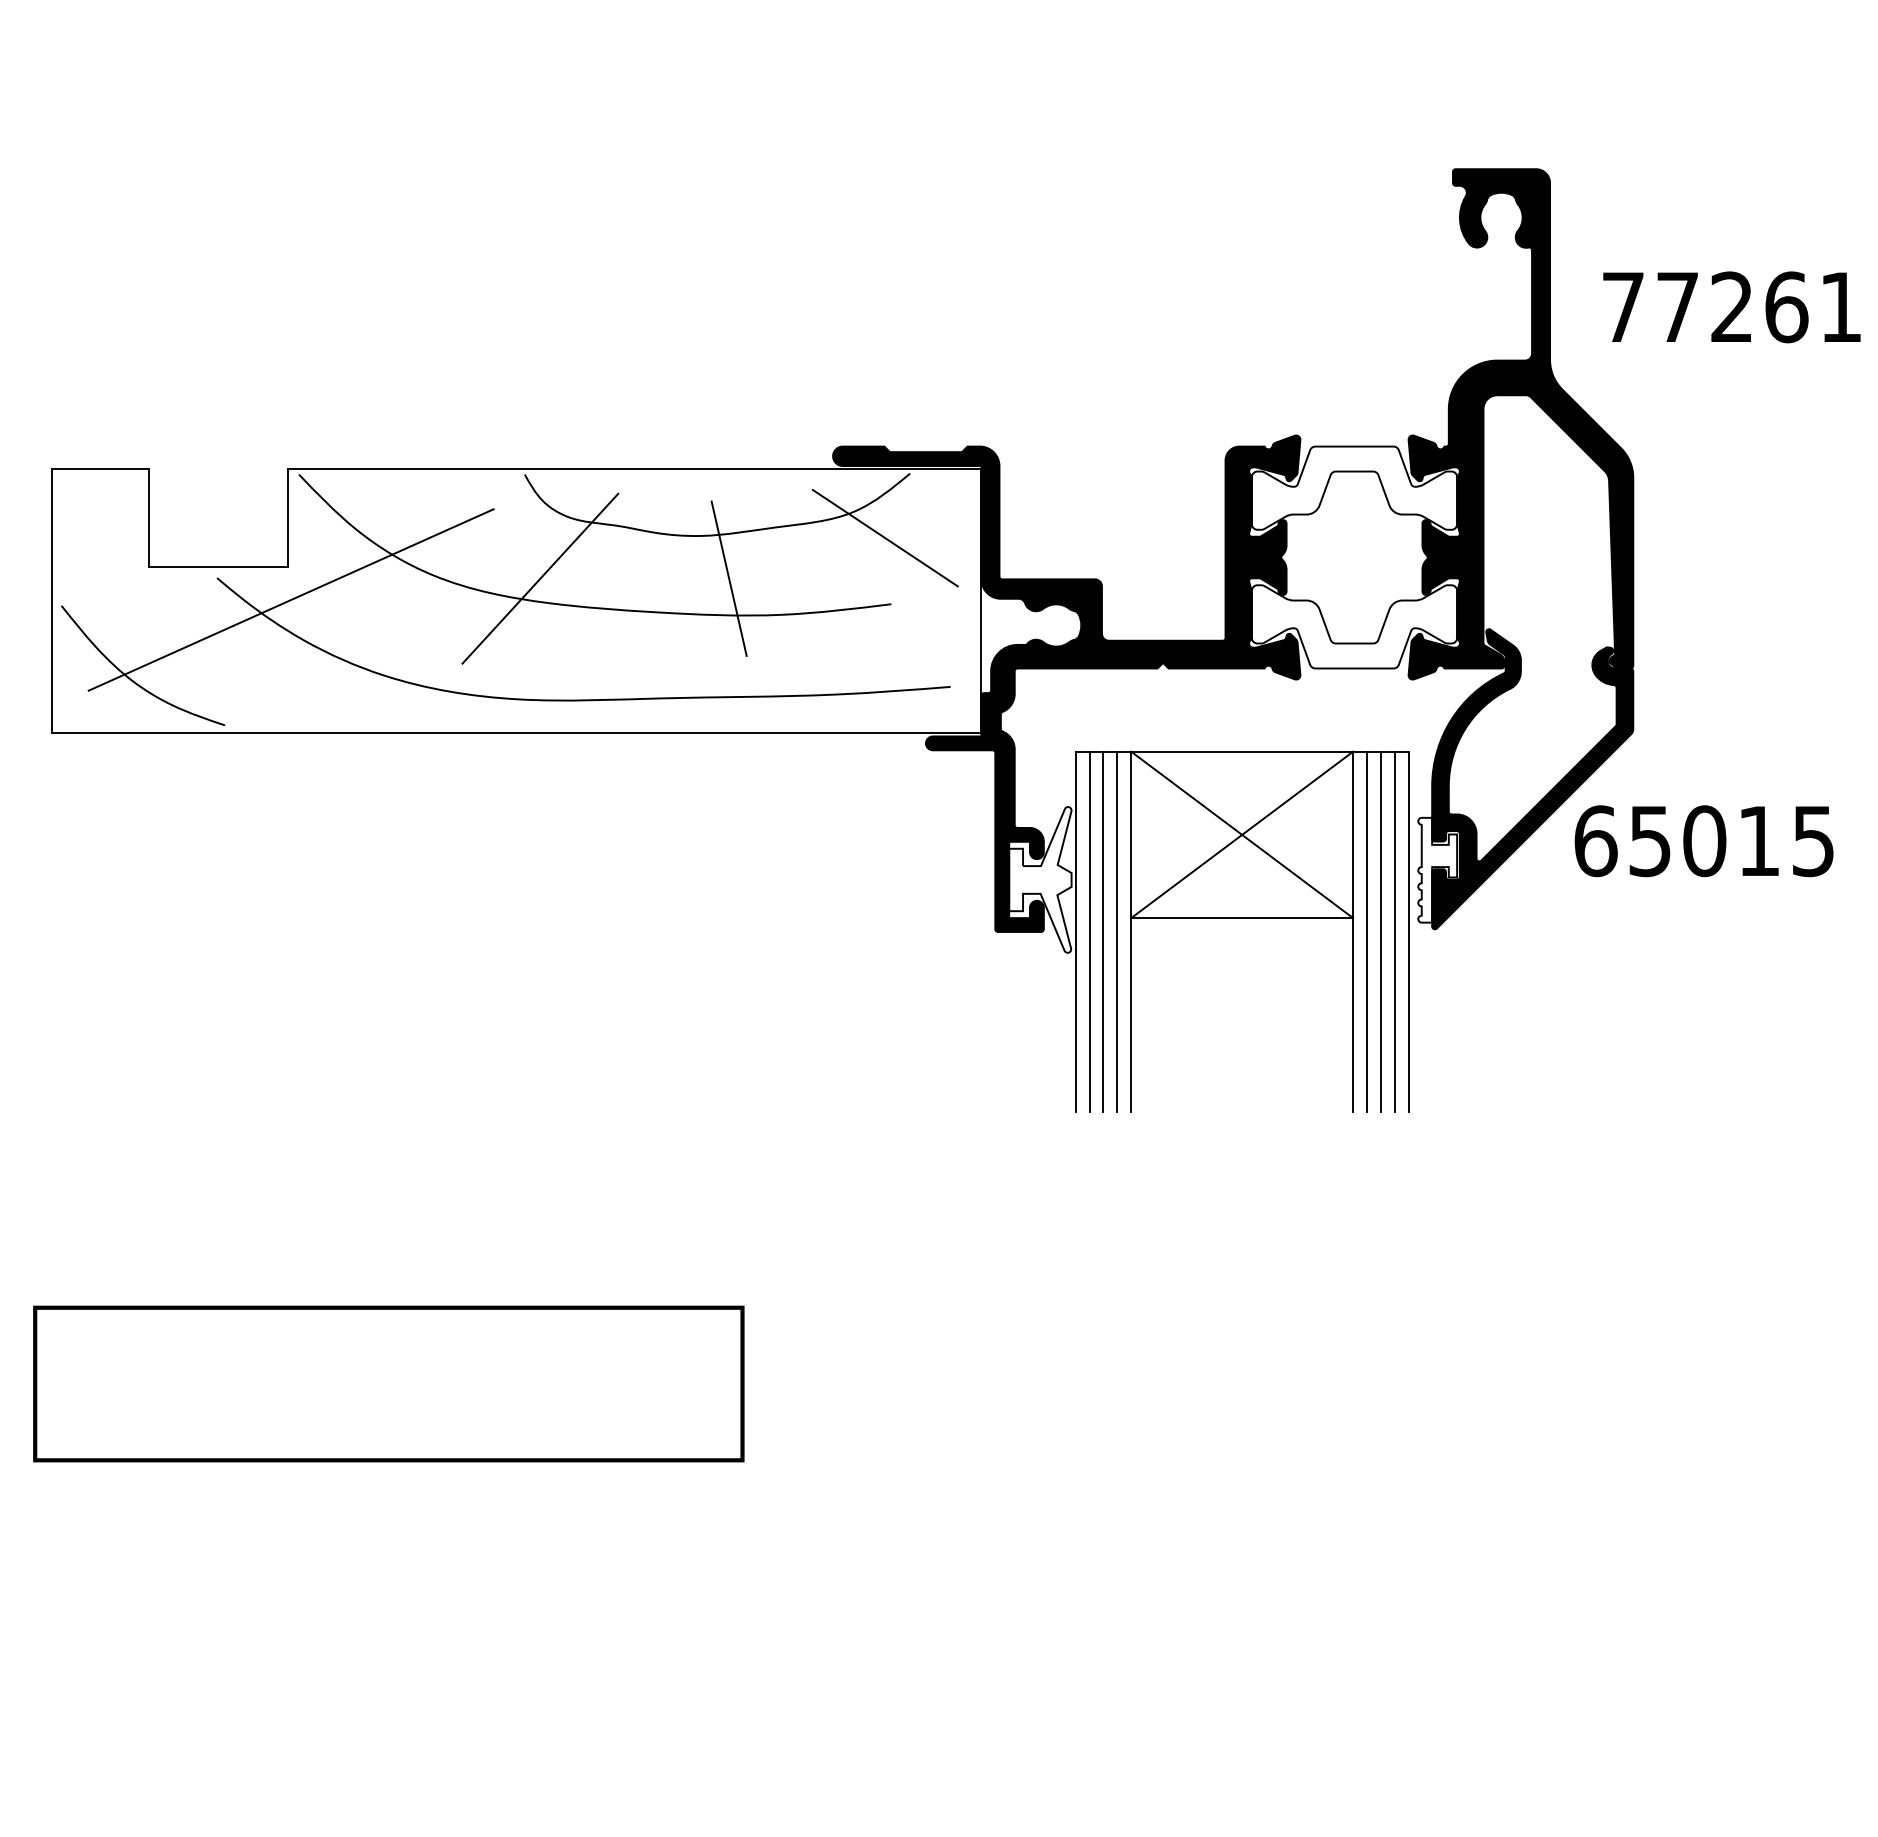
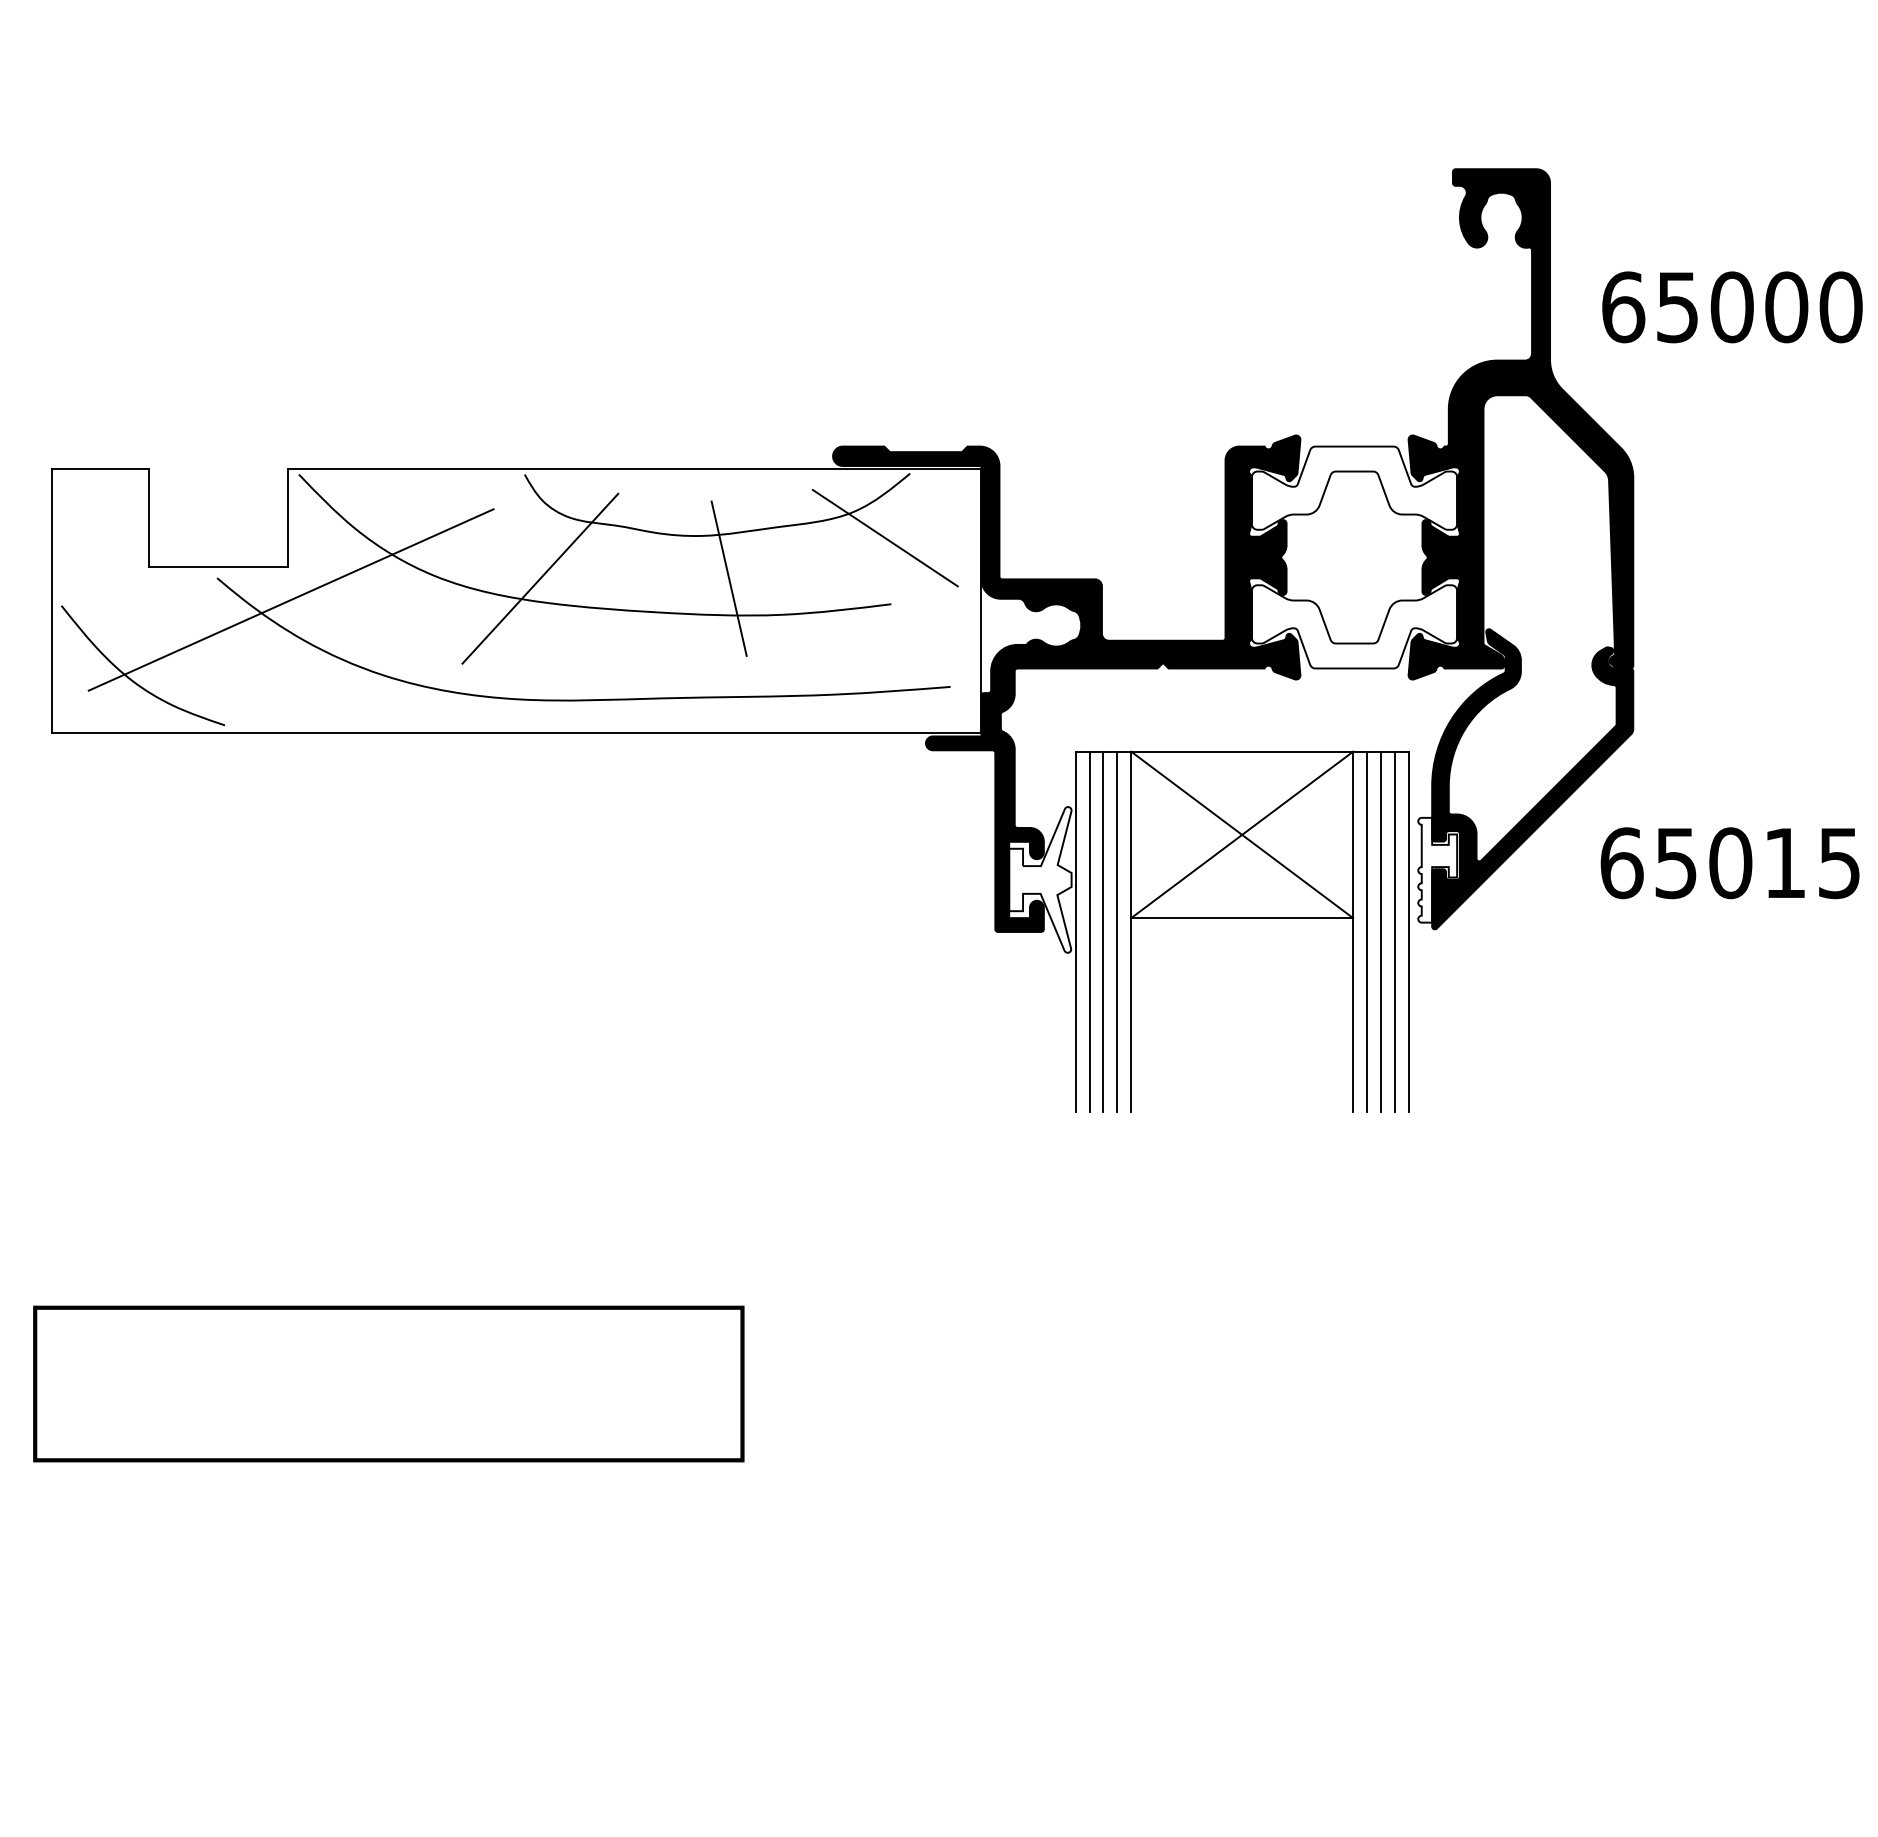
text at (1732, 307): 77261 -> 65000
text at (1703, 841) position: (1703, 841) -> (1729, 863)
